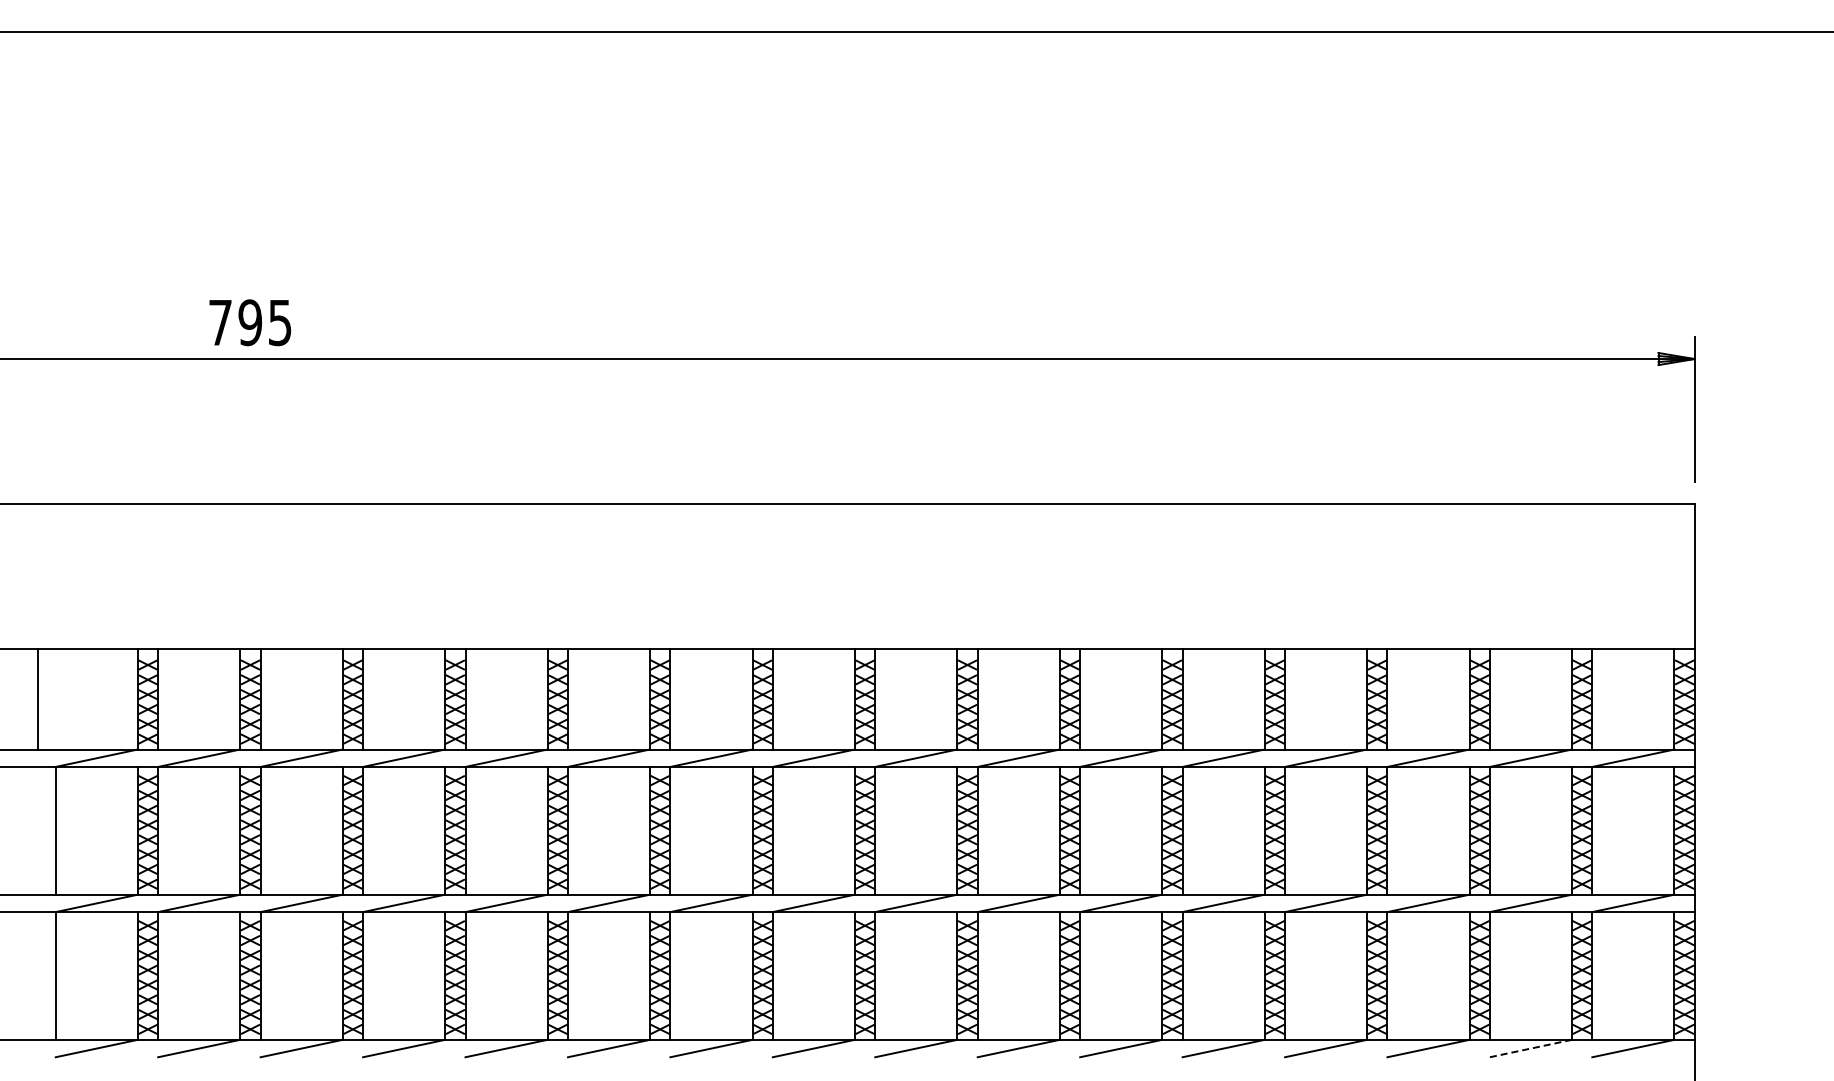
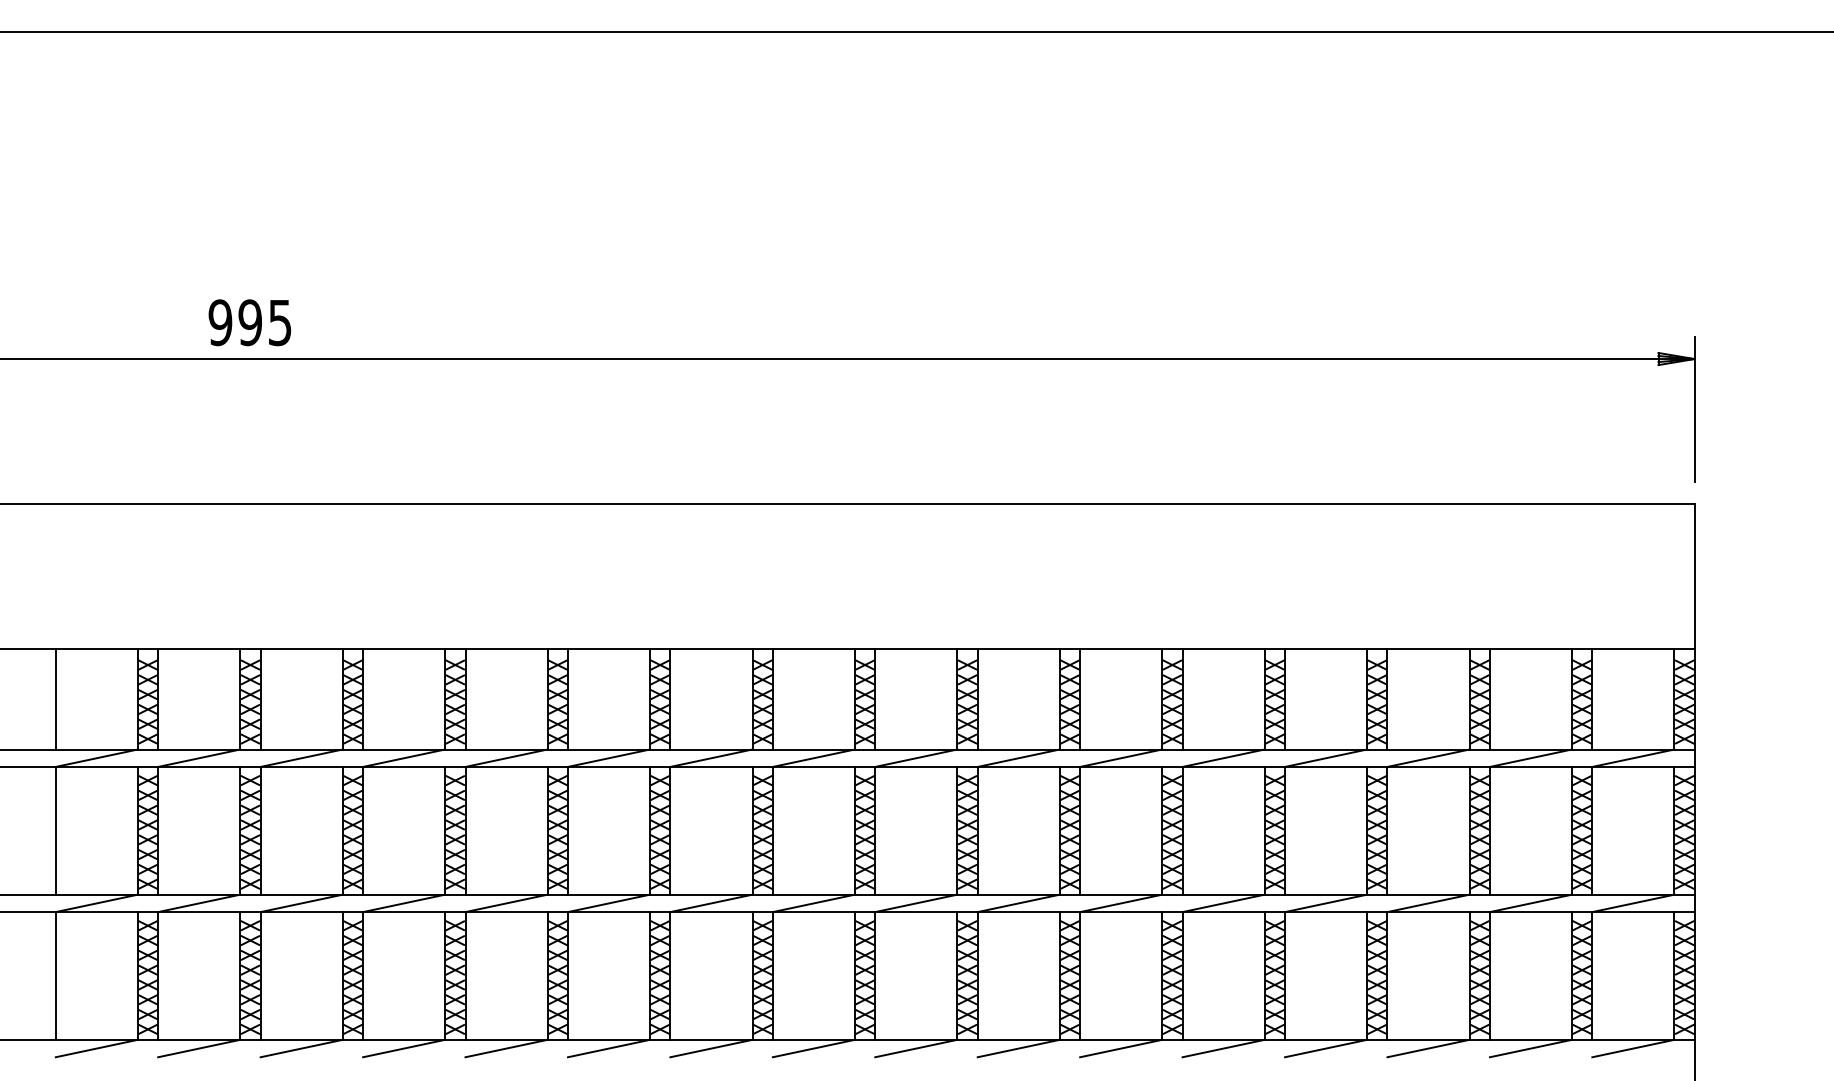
text at (220, 322): 795 -> 995
line at (37, 699) position: (37, 699) -> (55, 699)
line at (1530, 1048): dashed -> solid
